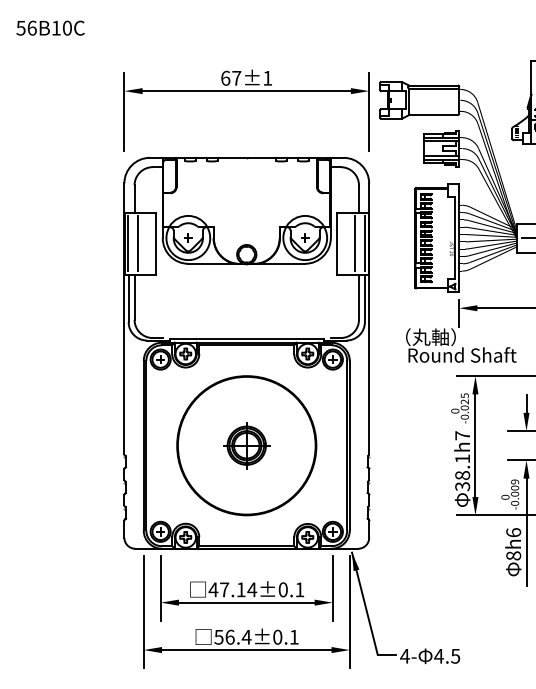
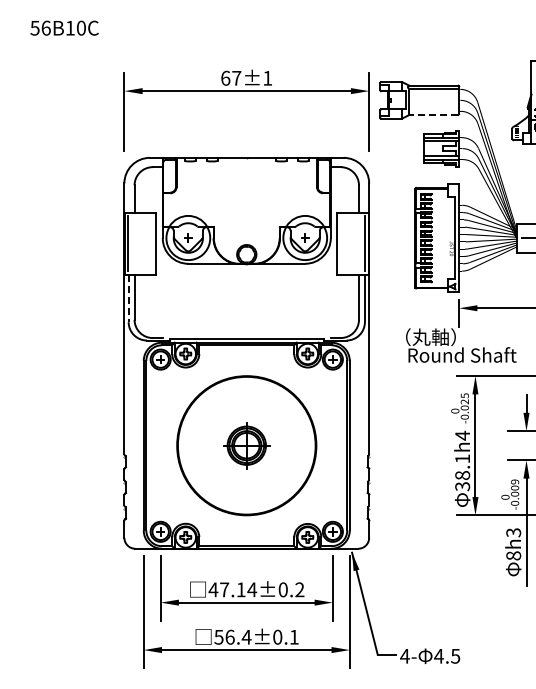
text at (50, 27) position: (50, 27) -> (64, 27)
line at (433, 114): solid -> dashed
line at (138, 243): present -> none
line at (355, 243): present -> none
line at (128, 298): solid -> dashed
text at (462, 435): 38.1h7 -> 38.1h4
text at (513, 532): 8h6 -> 8h3
text at (299, 589): 47.14±0.1 -> 47.14±0.2
